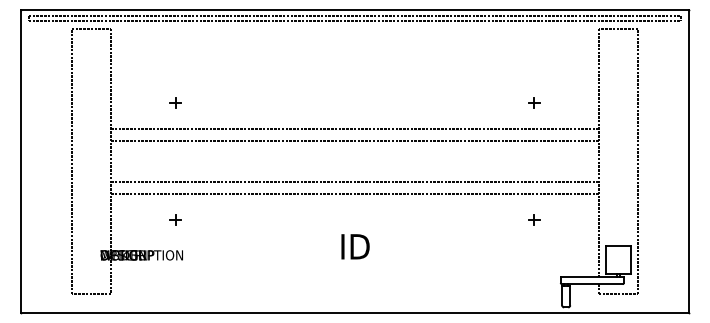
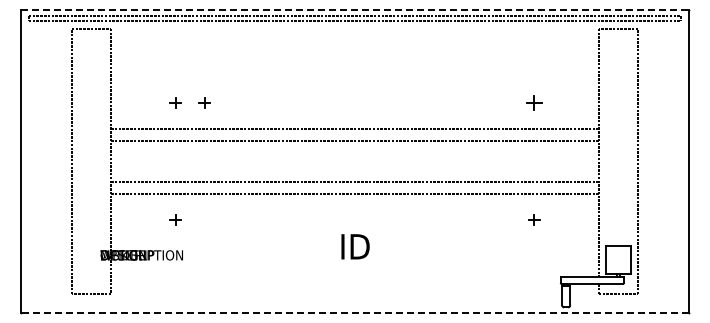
line at (355, 9): solid -> dashed
part at (204, 102): none -> present
part at (534, 102) size: 13x12 px -> 17x16 px
line at (355, 313): solid -> dashed
